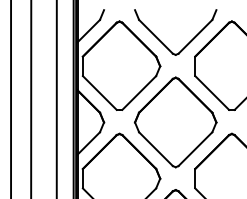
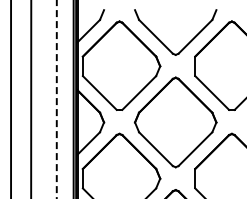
line at (56, 99): solid -> dashed
